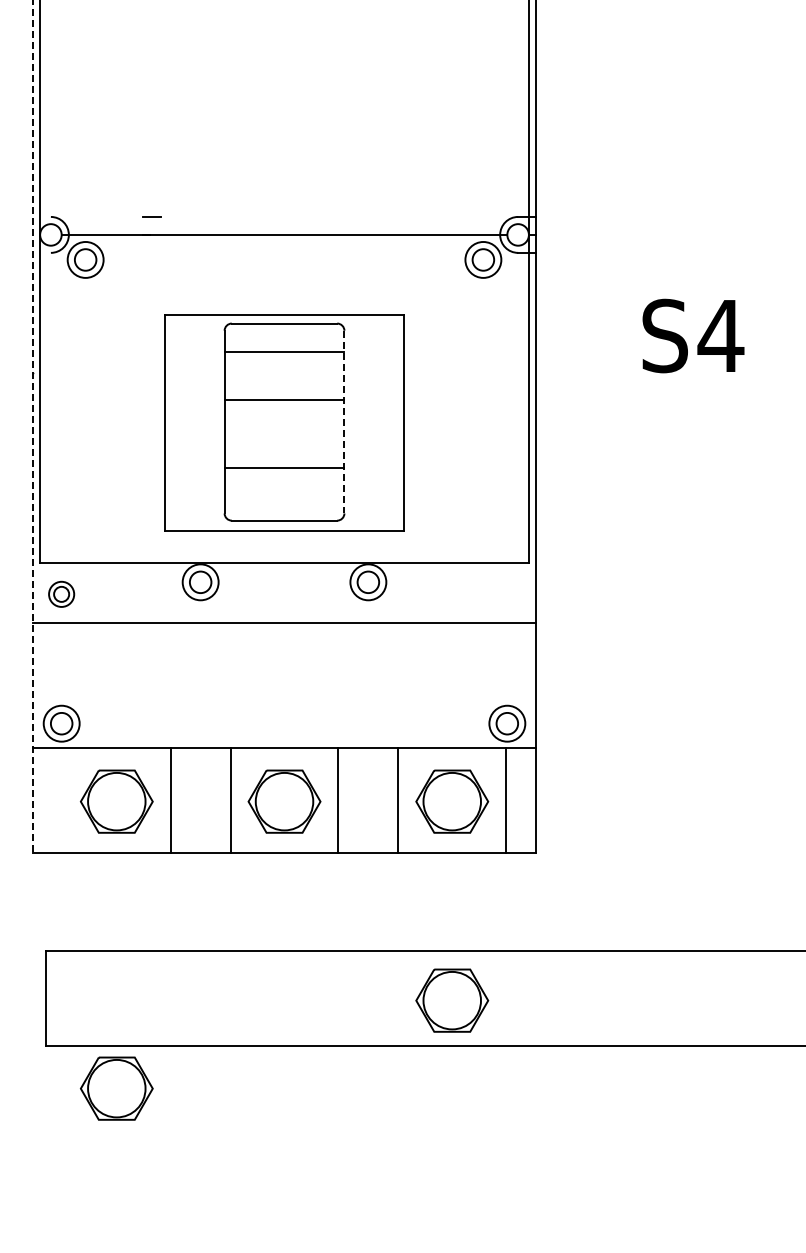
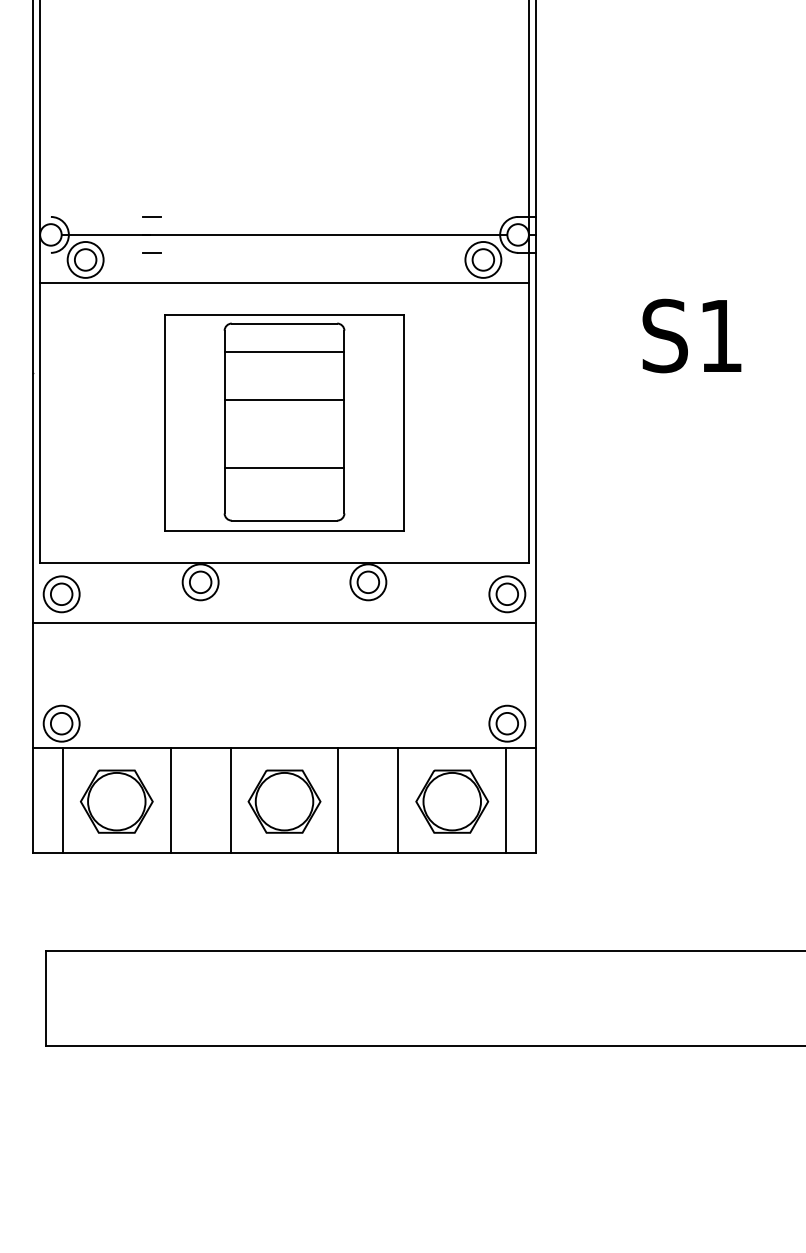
line at (151, 252): none -> present
line at (284, 282): none -> present
text at (720, 335): S4 -> S1
line at (344, 422): dashed -> solid
line at (32, 427): dashed -> solid
part at (61, 593) size: 28x28 px -> 39x39 px
part at (507, 594): none -> present
line at (62, 800): none -> present
part at (452, 1000): present -> none
part at (116, 1088): present -> none
